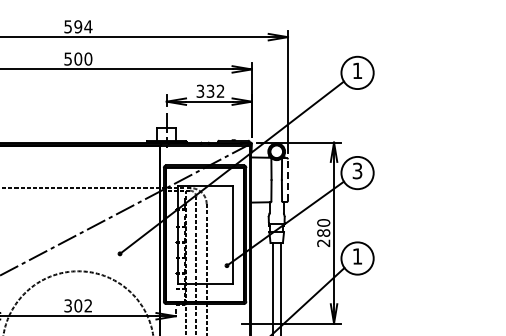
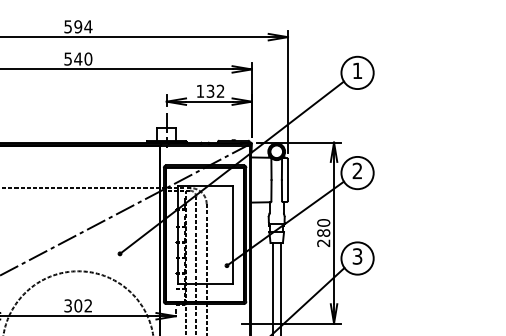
text at (78, 58): 500 -> 540
text at (200, 90): 332 -> 132
text at (357, 171): 3 -> 2
line at (288, 180): dashed -> solid
text at (357, 256): 1 -> 3
